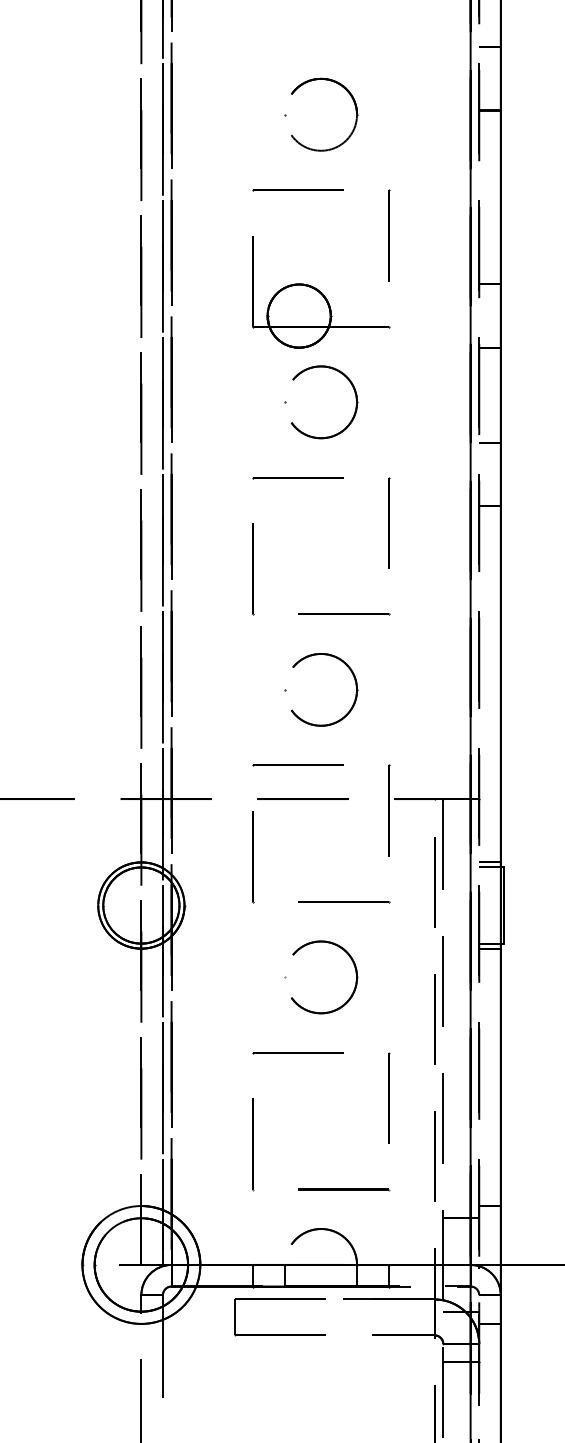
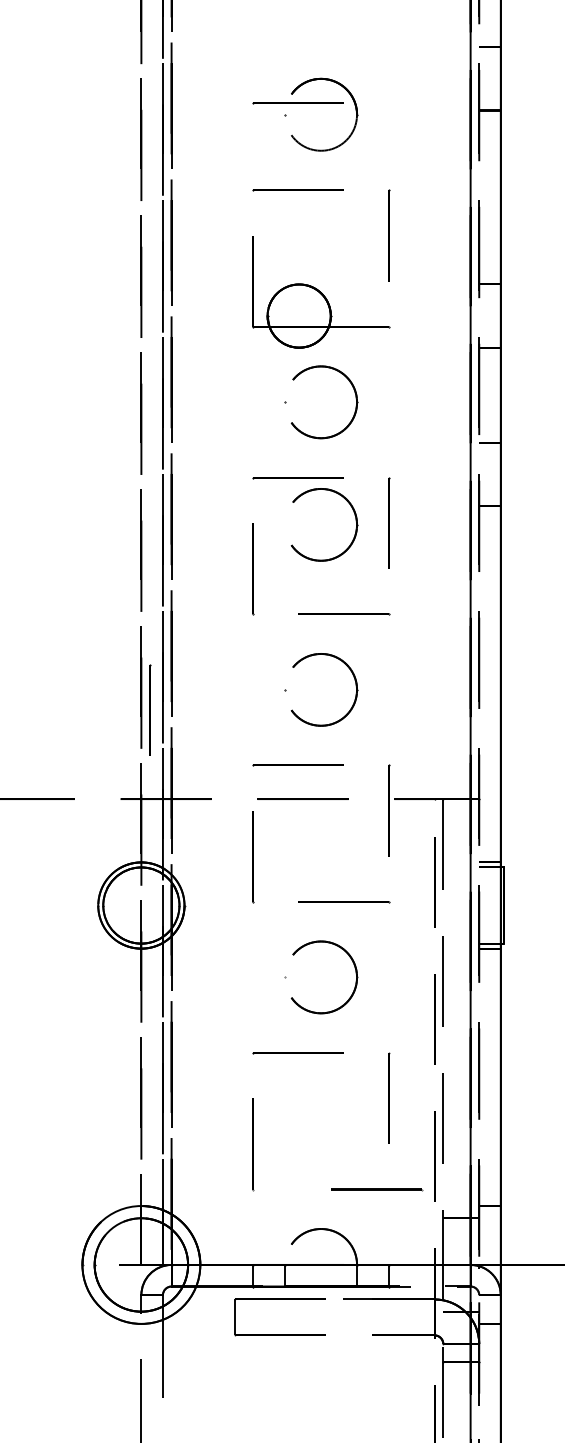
line at (297, 103): none -> present
part at (355, 520): none -> present
line at (150, 709): none -> present
line at (344, 1189) position: (344, 1189) -> (377, 1189)
